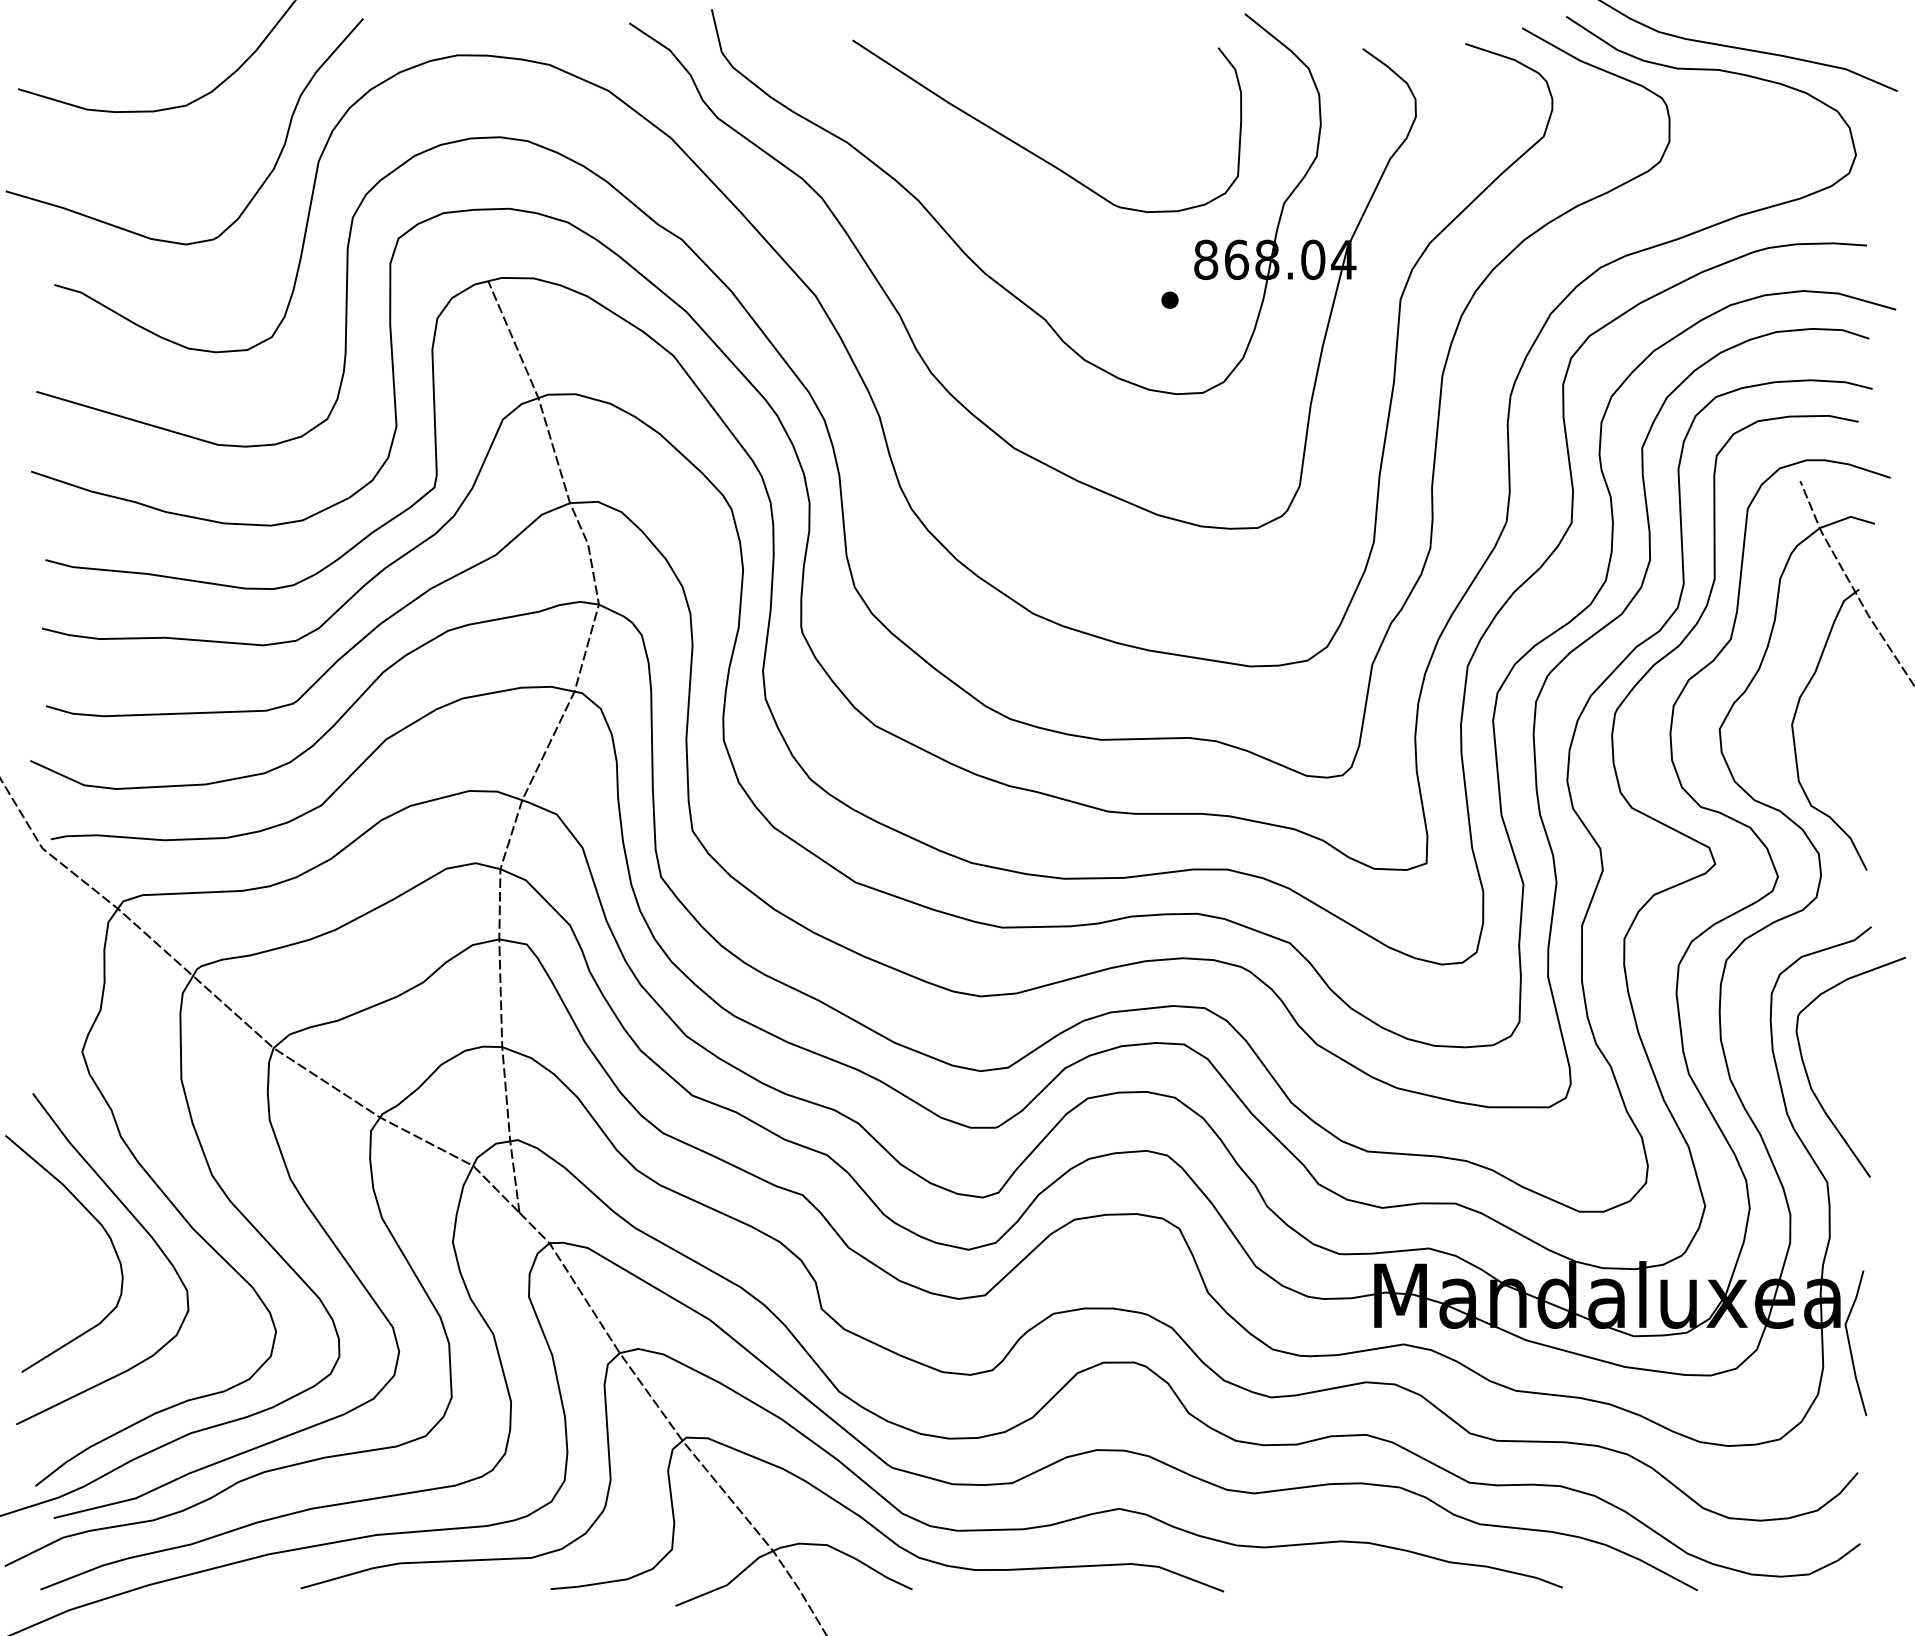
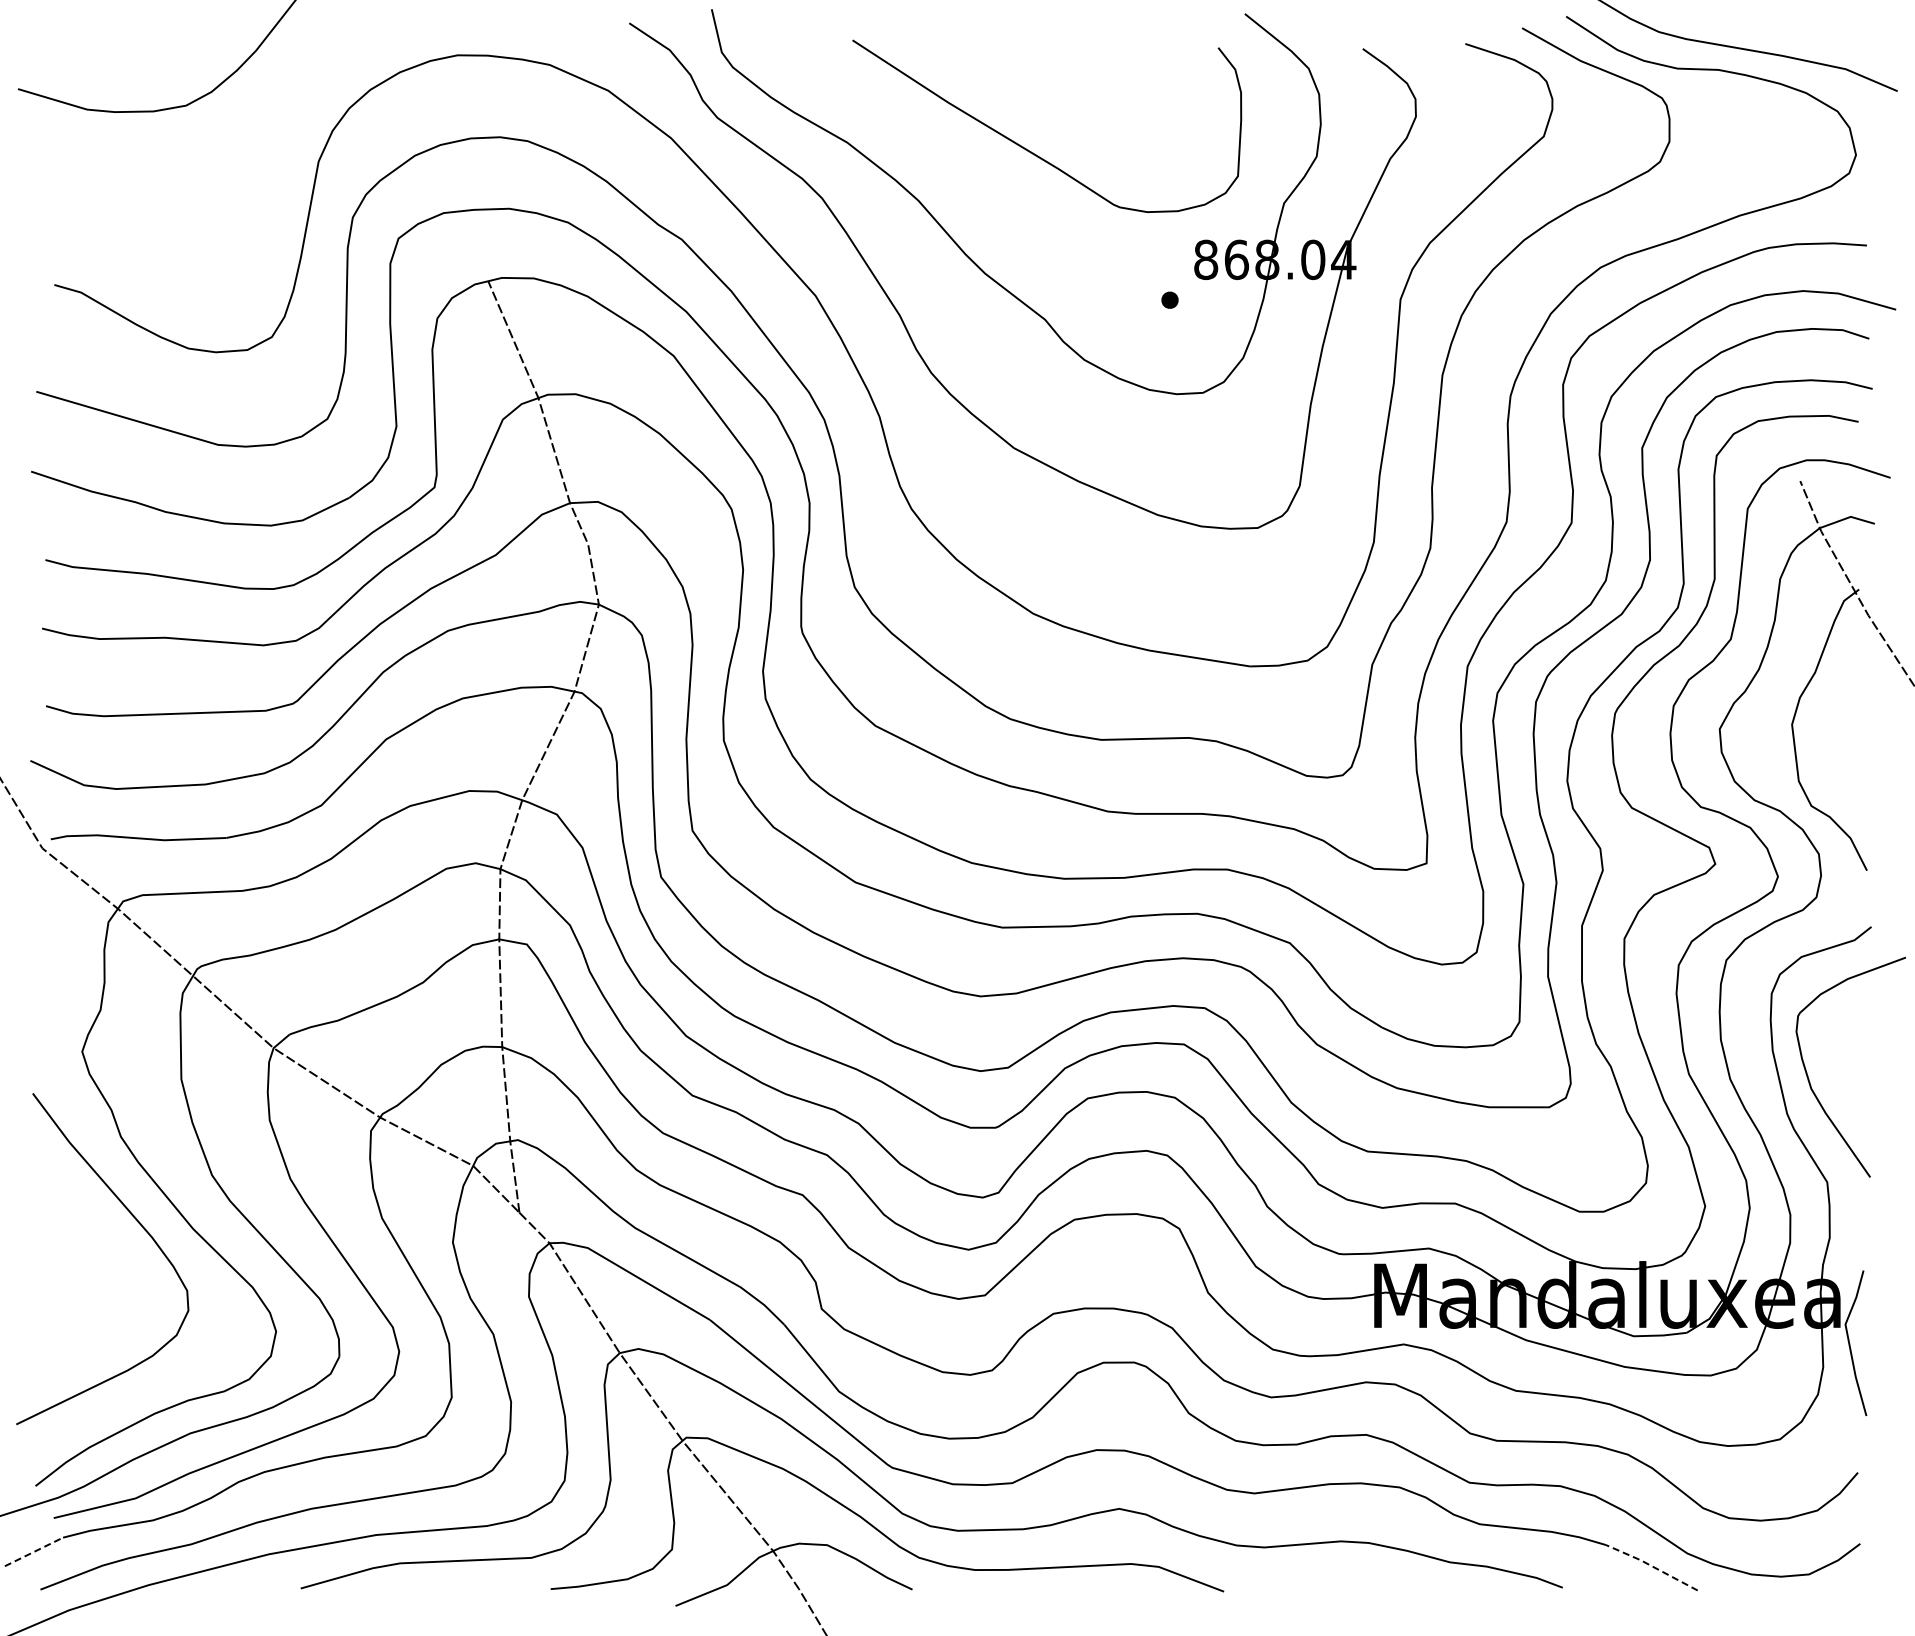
curve at (260, 185): present -> none
curve at (96, 1221): present -> none
line at (34, 1551): solid -> dashed
line at (1651, 1566): solid -> dashed
